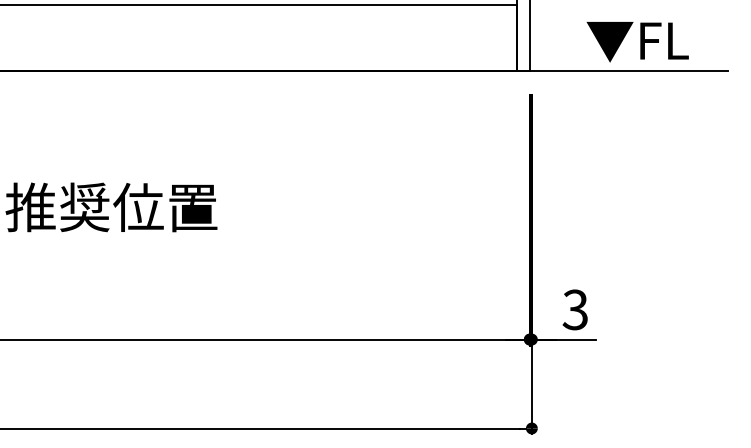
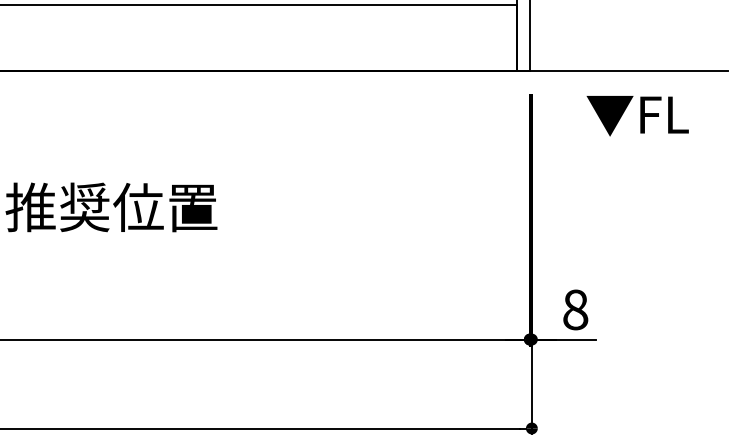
text at (637, 42) position: (637, 42) -> (637, 116)
text at (575, 309): 3 -> 8
